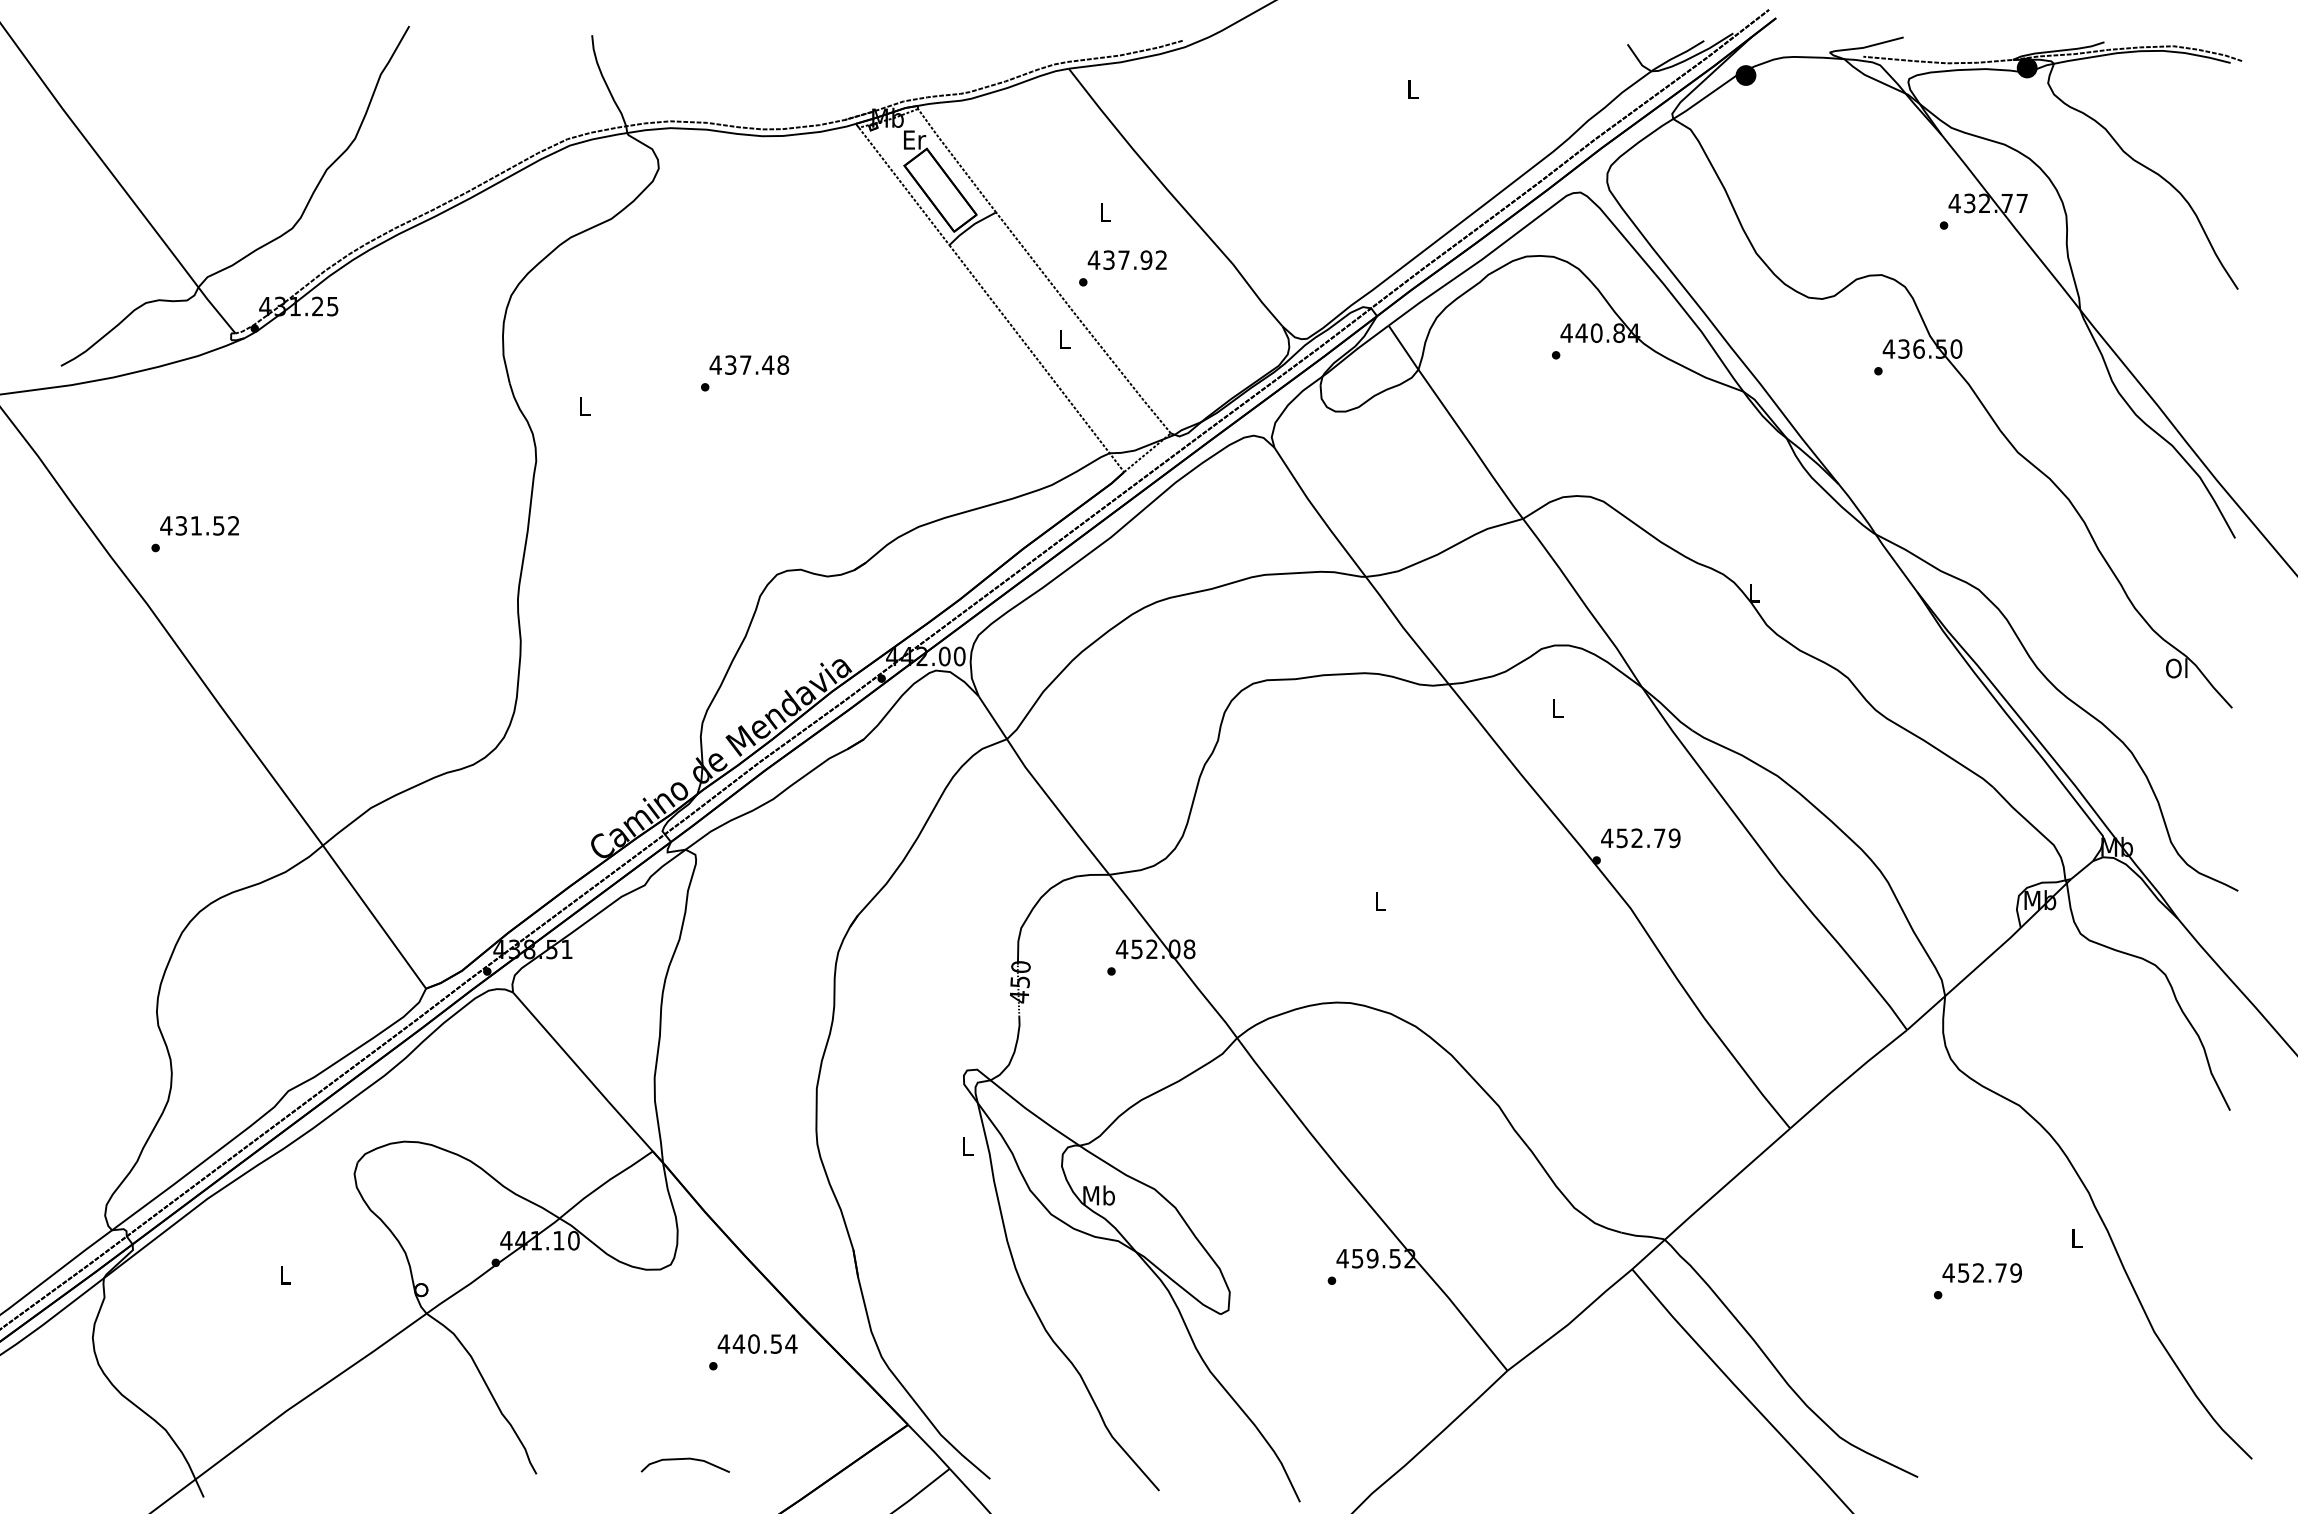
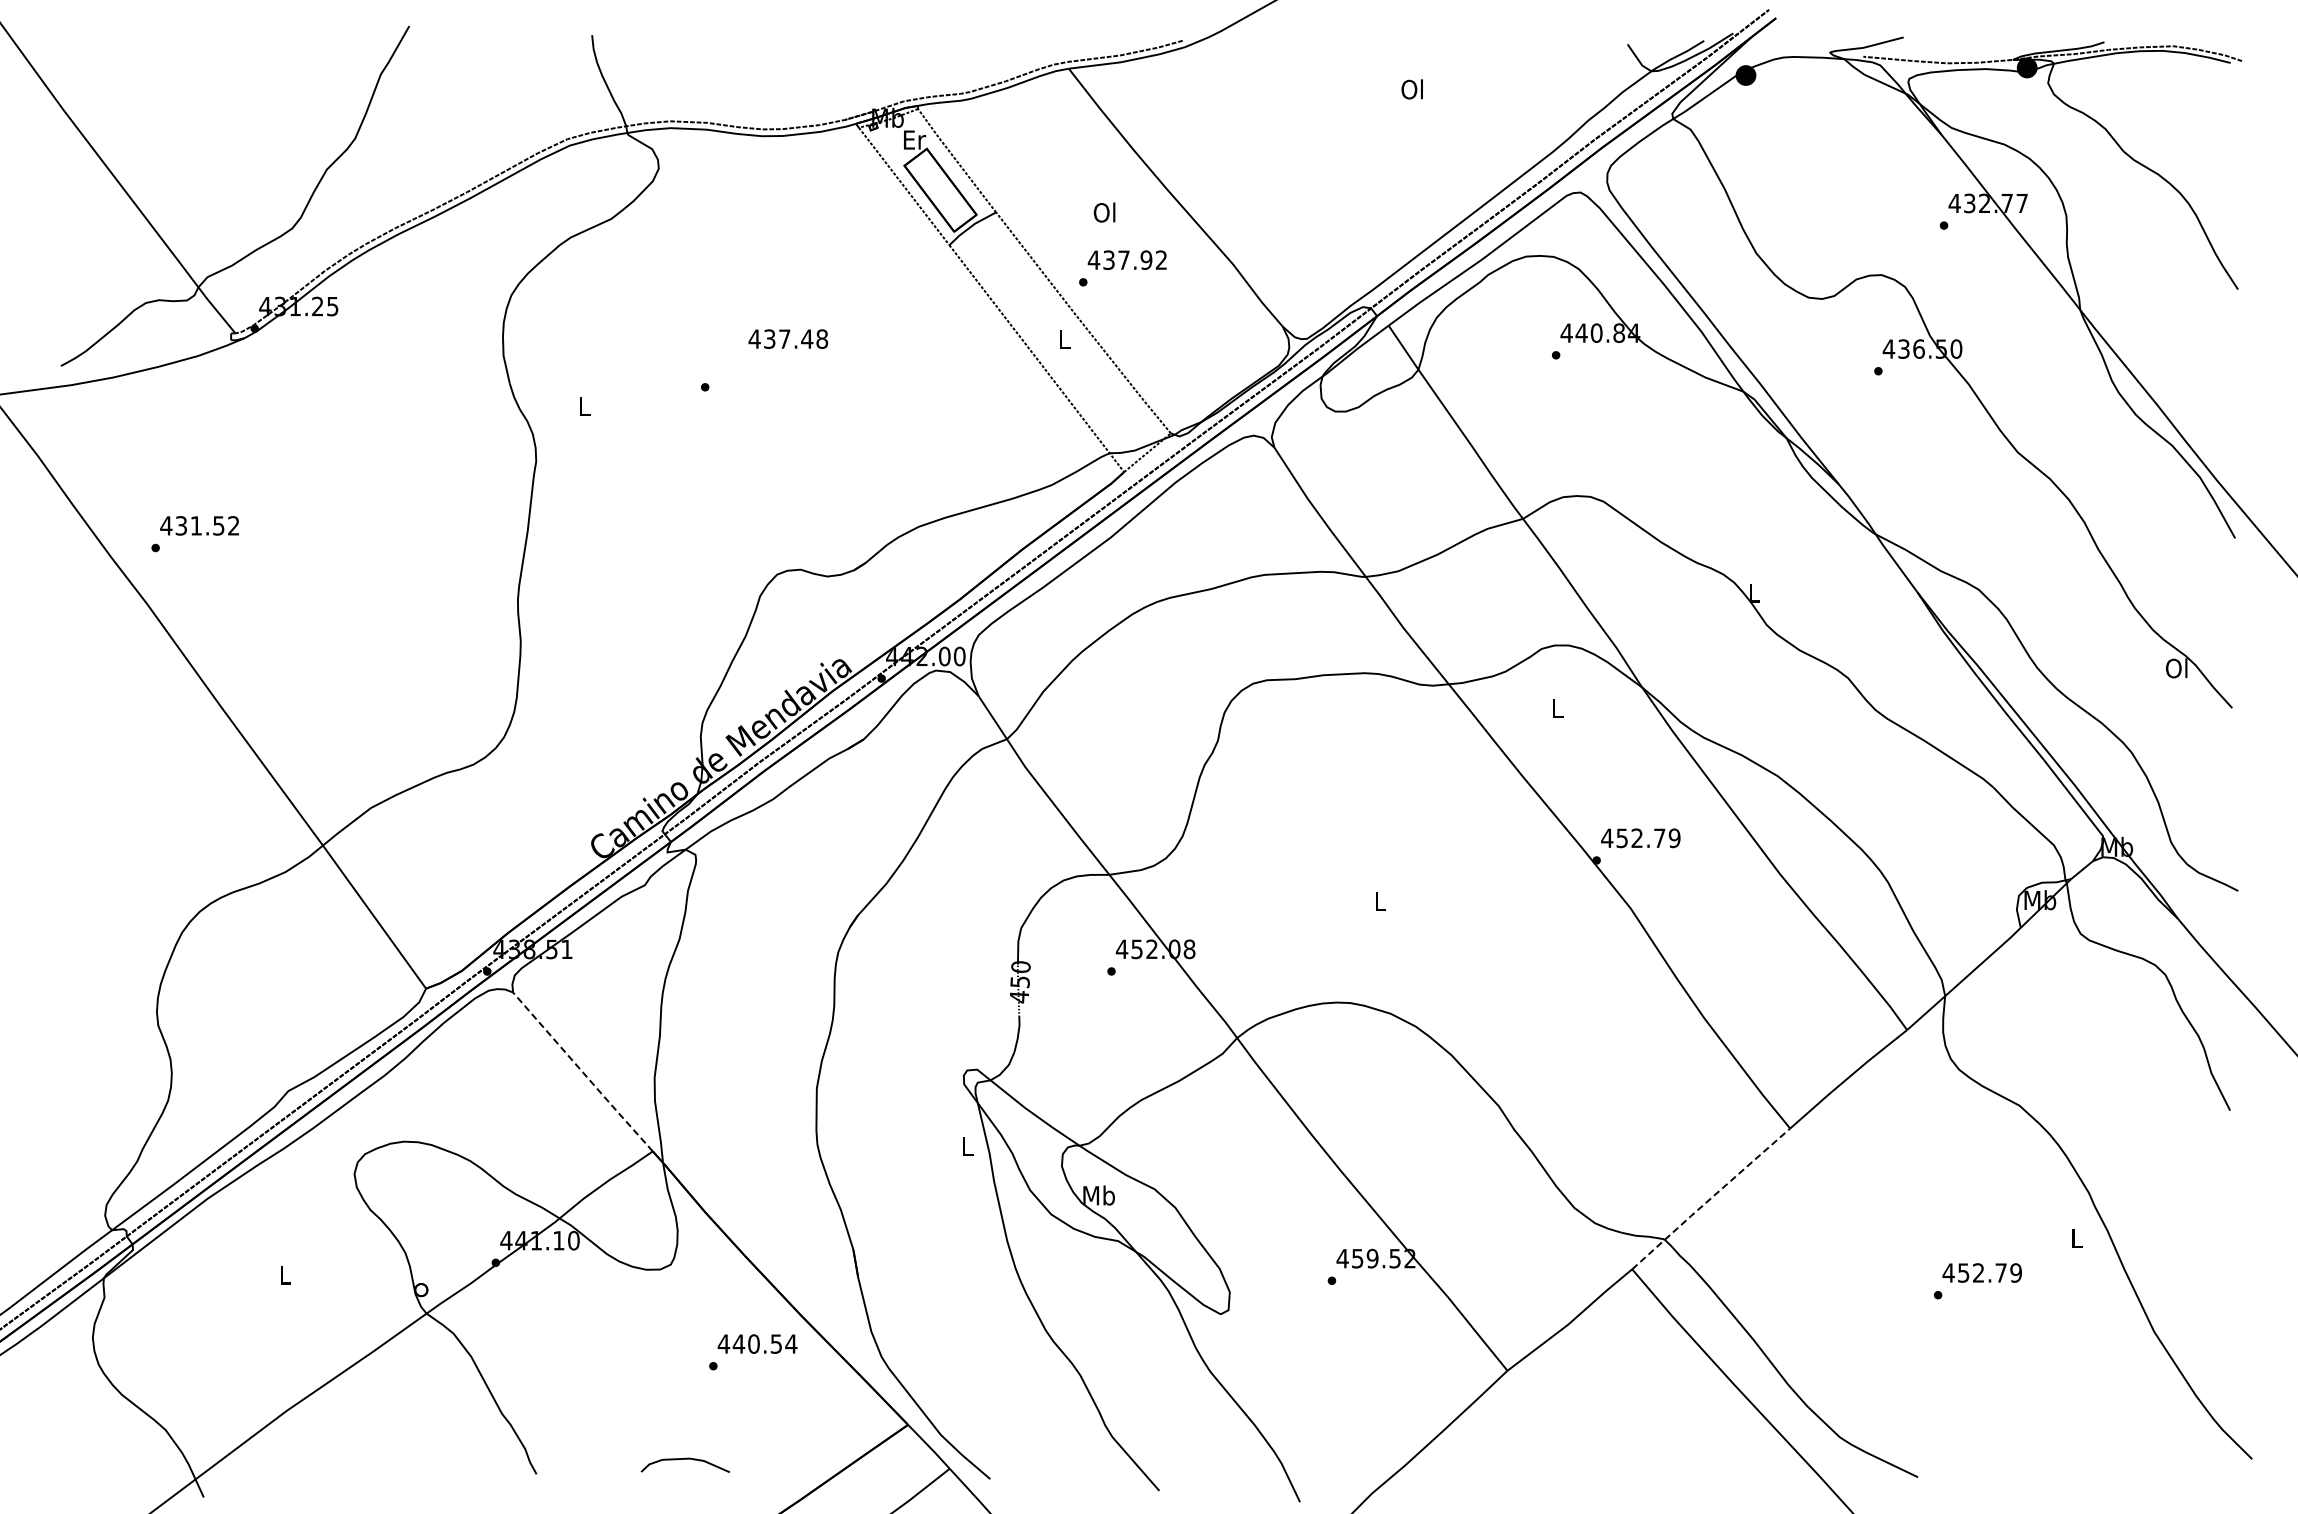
text at (1411, 89): L -> Ol
text at (1104, 212): L -> Ol
text at (749, 364) position: (749, 364) -> (788, 338)
line at (583, 1072): solid -> dashed
line at (1710, 1198): solid -> dashed
